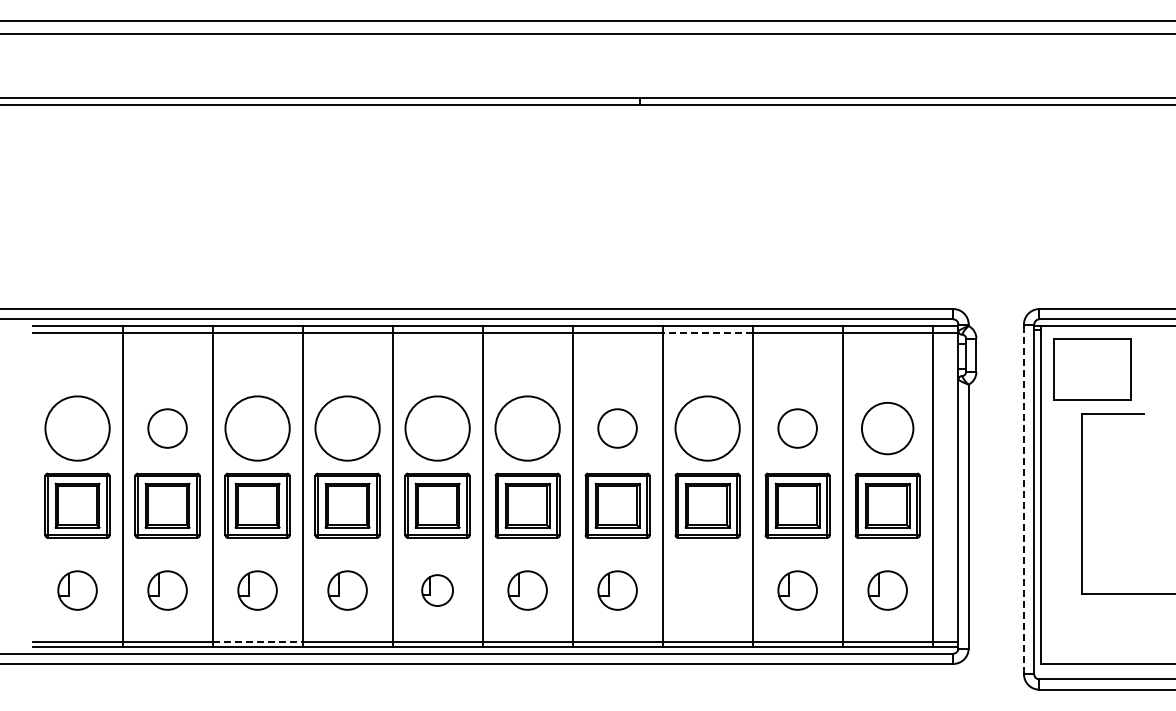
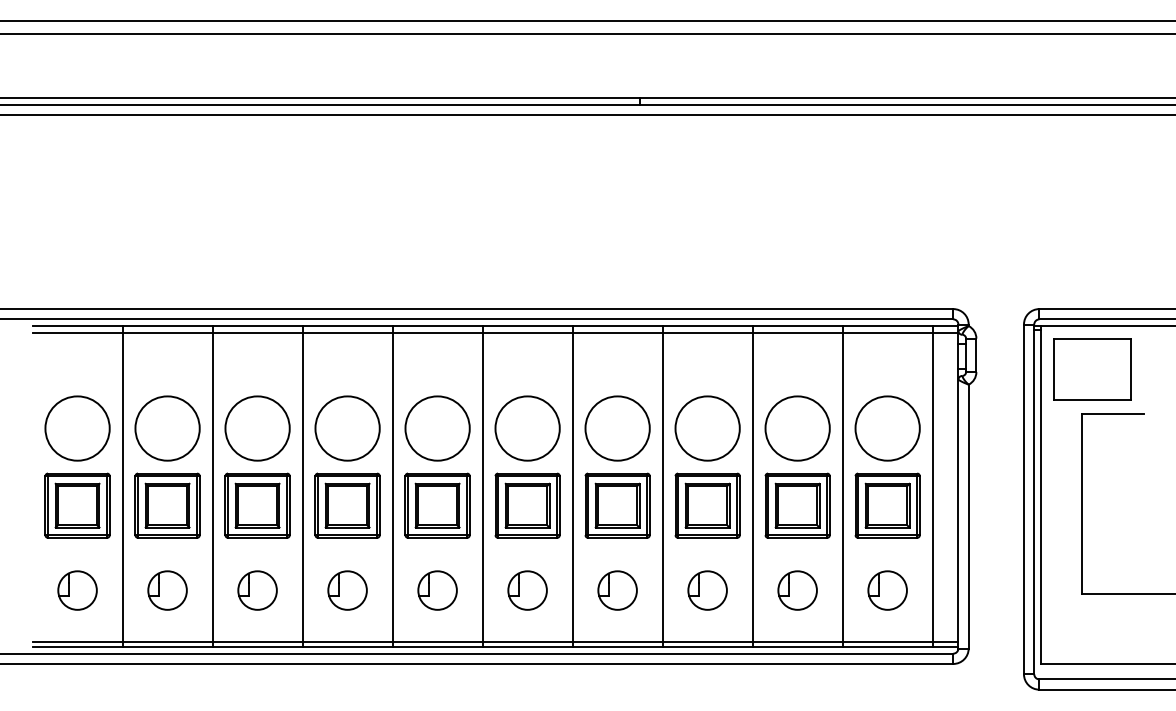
line at (587, 115): none -> present
line at (707, 333): dashed -> solid
circle at (167, 428) diameter: 39 px -> 64 px
circle at (617, 428) size: 41x41 px -> 67x67 px
circle at (797, 428) diameter: 39 px -> 64 px
circle at (887, 428) diameter: 51 px -> 64 px
line at (1023, 499): dashed -> solid
part at (437, 590) size: 33x33 px -> 41x41 px
part at (707, 590): none -> present
line at (258, 642): dashed -> solid
